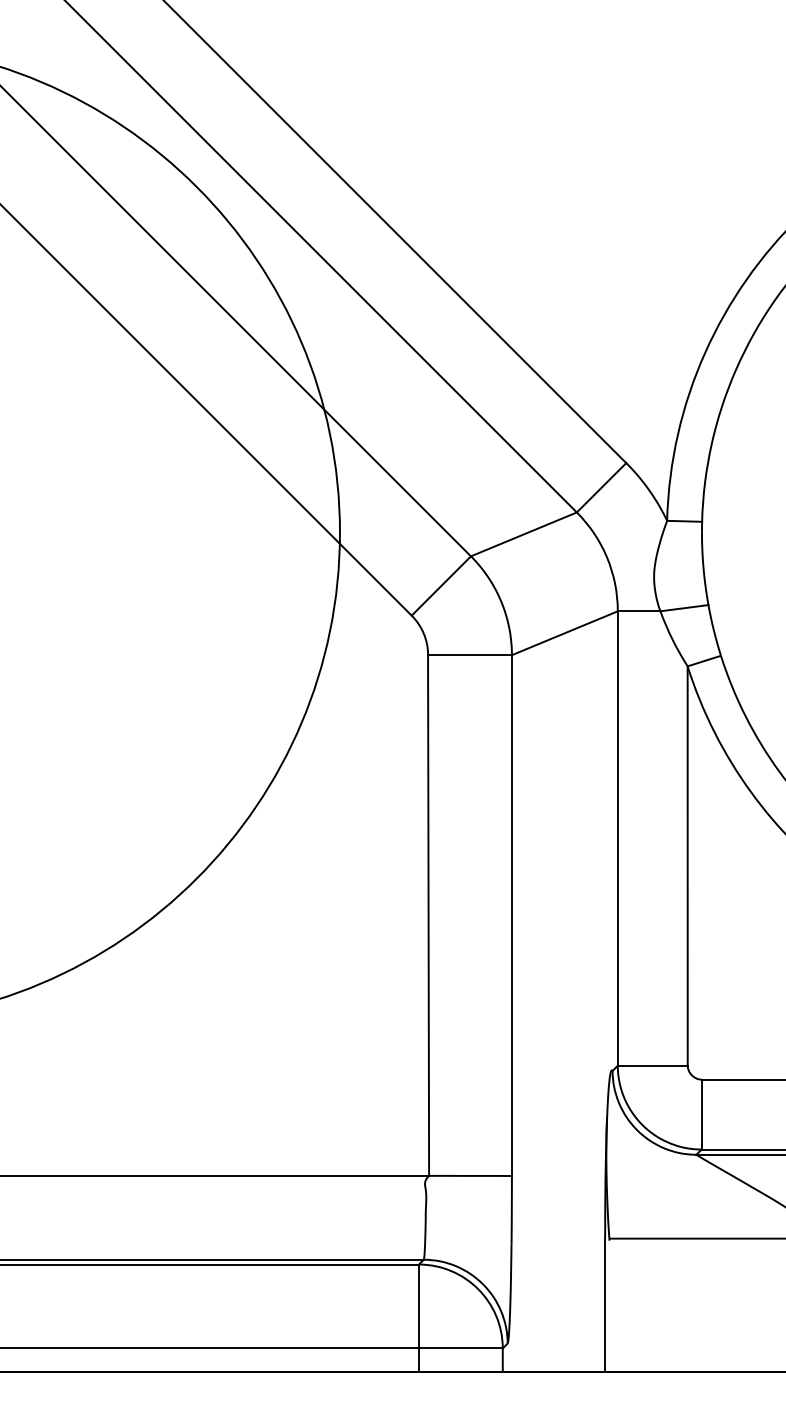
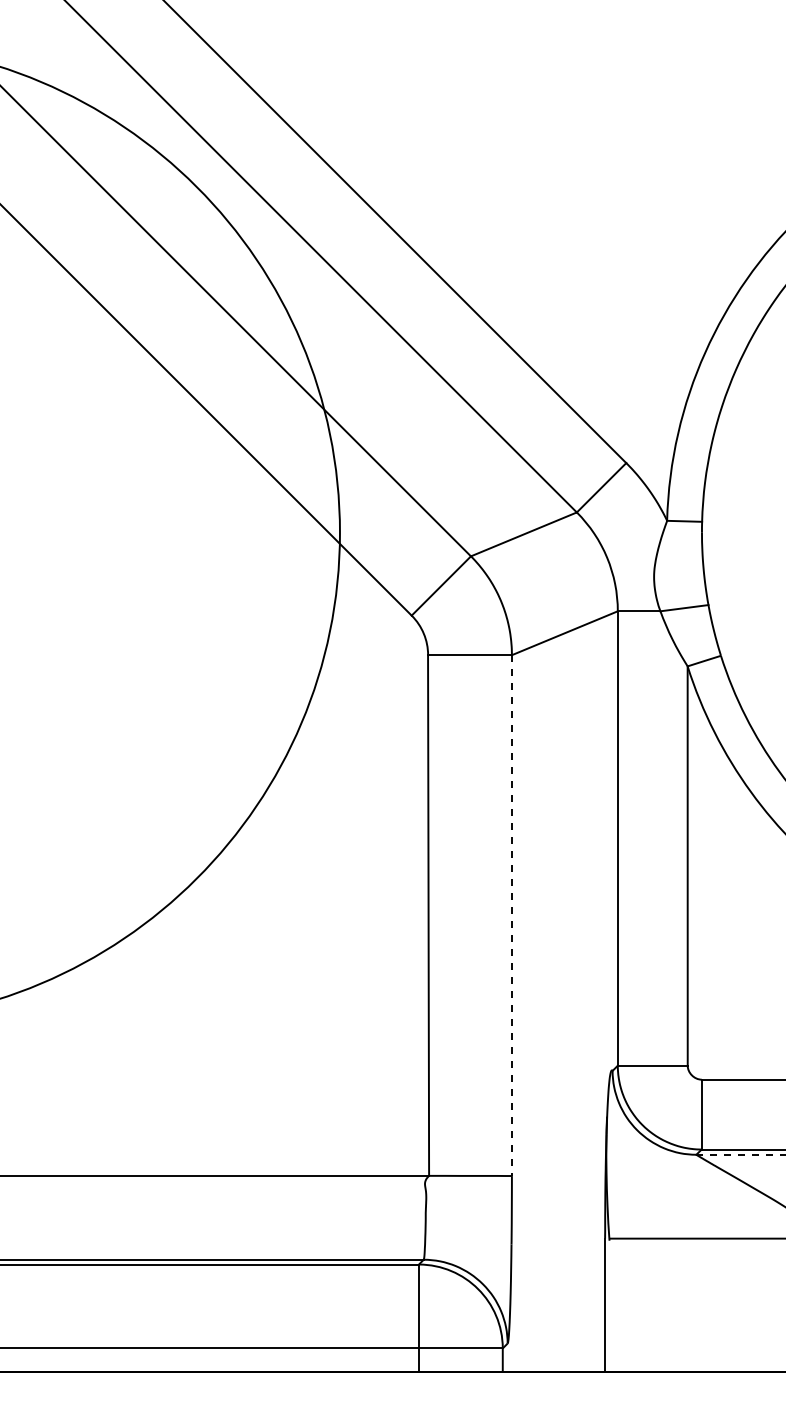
line at (511, 916): solid -> dashed
line at (741, 1154): solid -> dashed
